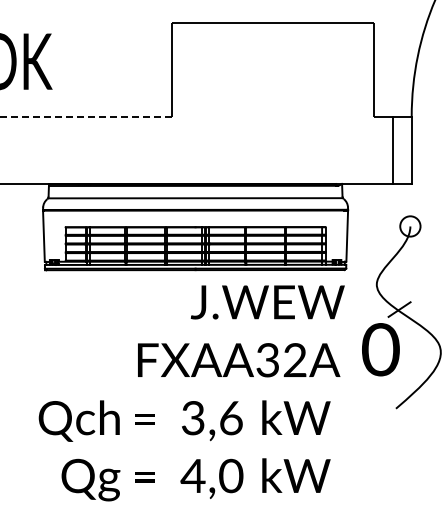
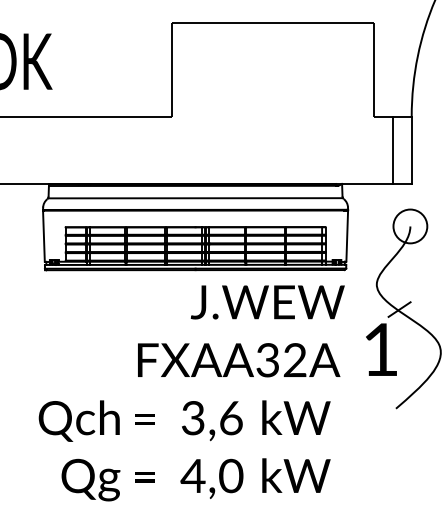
line at (86, 116): dashed -> solid
circle at (410, 226) diameter: 20 px -> 34 px
text at (380, 349): 0 -> 1
